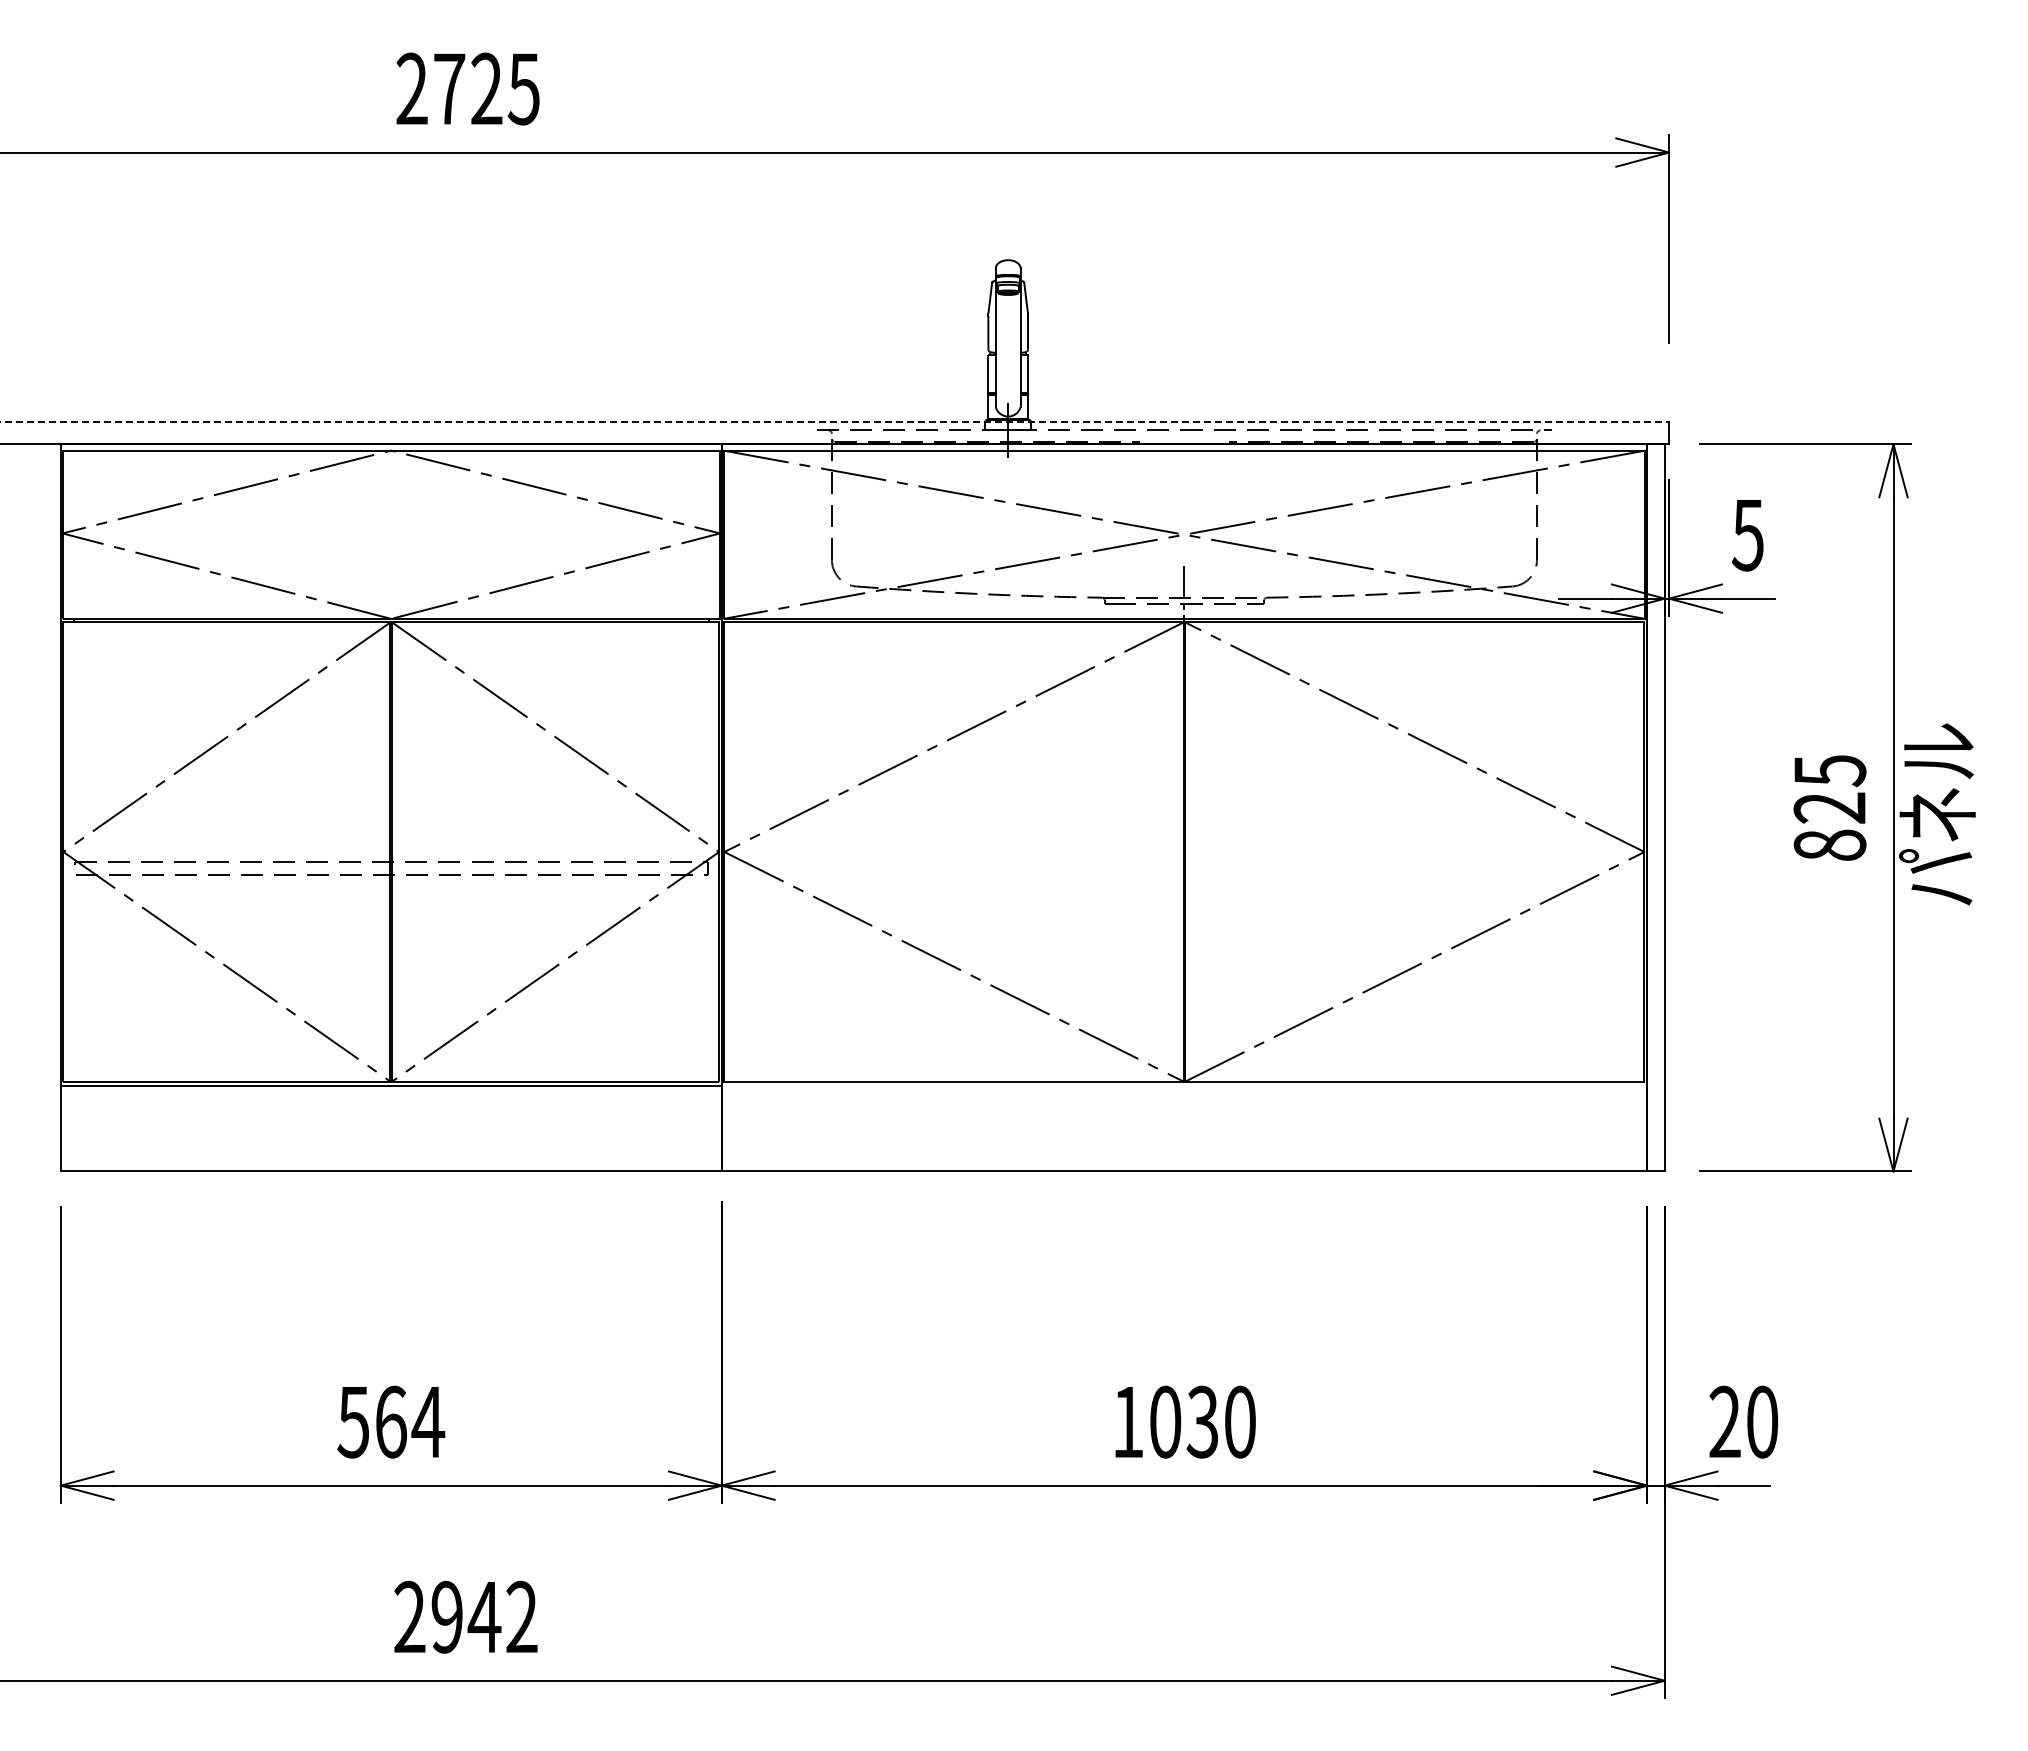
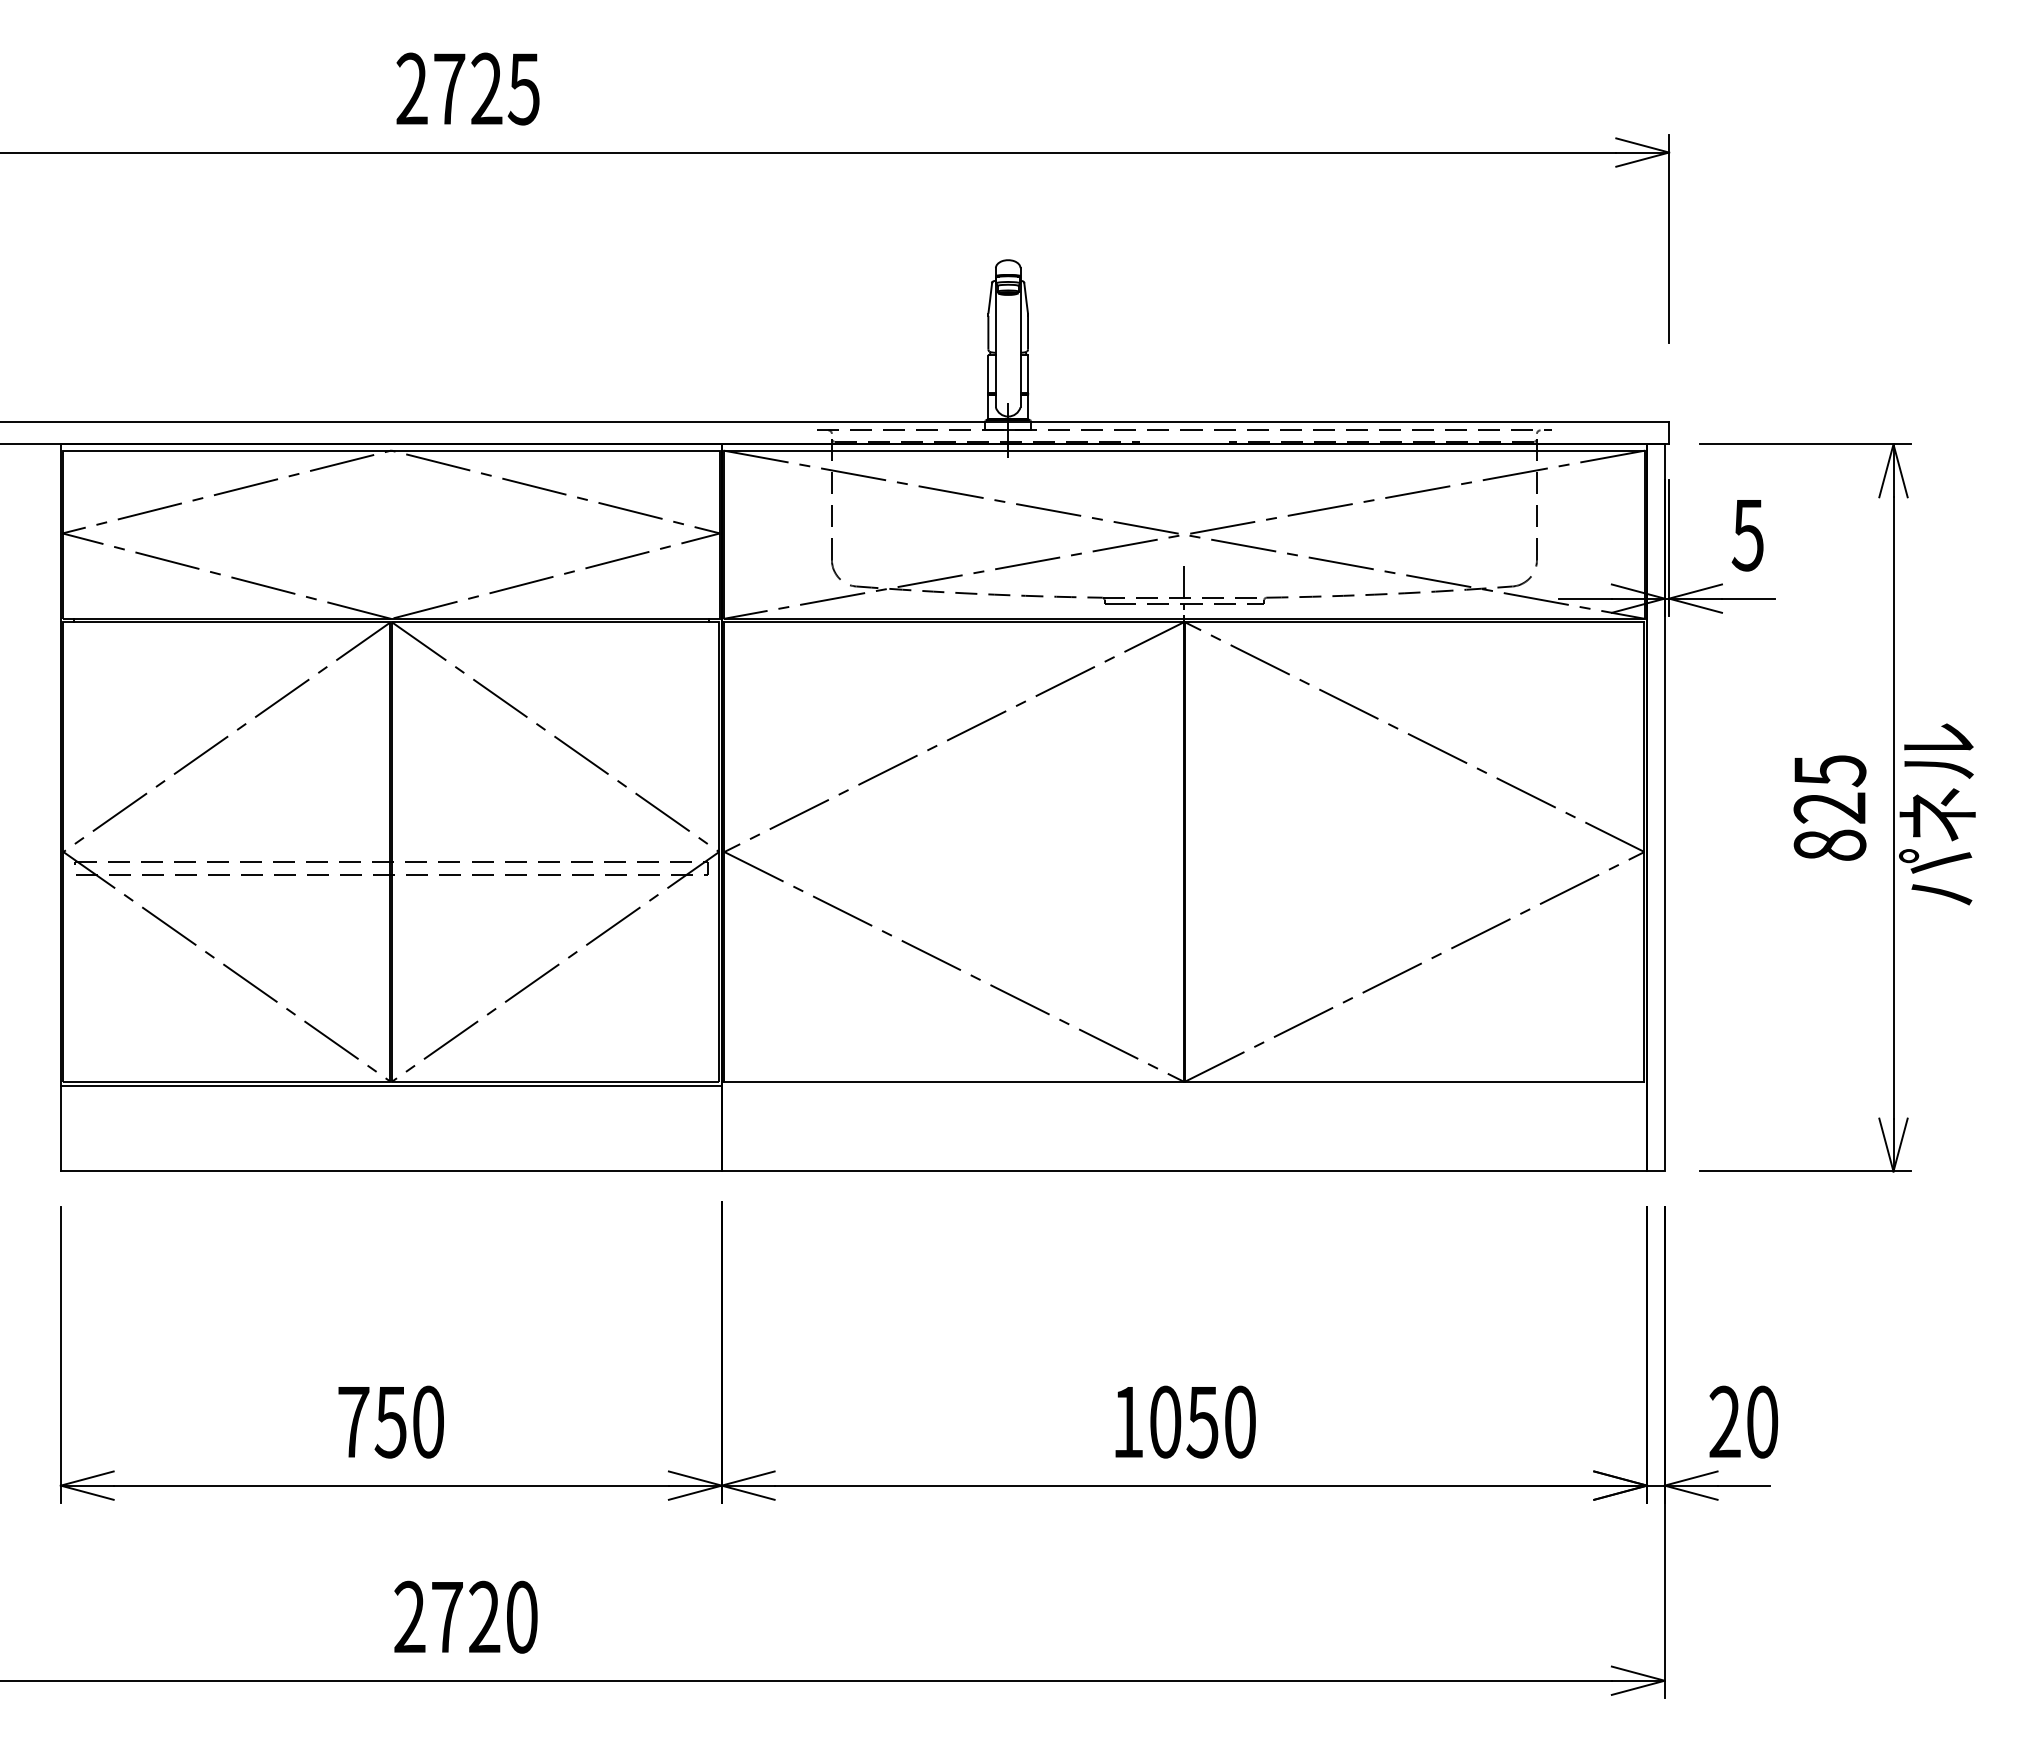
line at (835, 422): dashed -> solid
text at (391, 1421): 564 -> 750
text at (1202, 1421): 1030 -> 1050
text at (484, 1616): 2942 -> 2720
